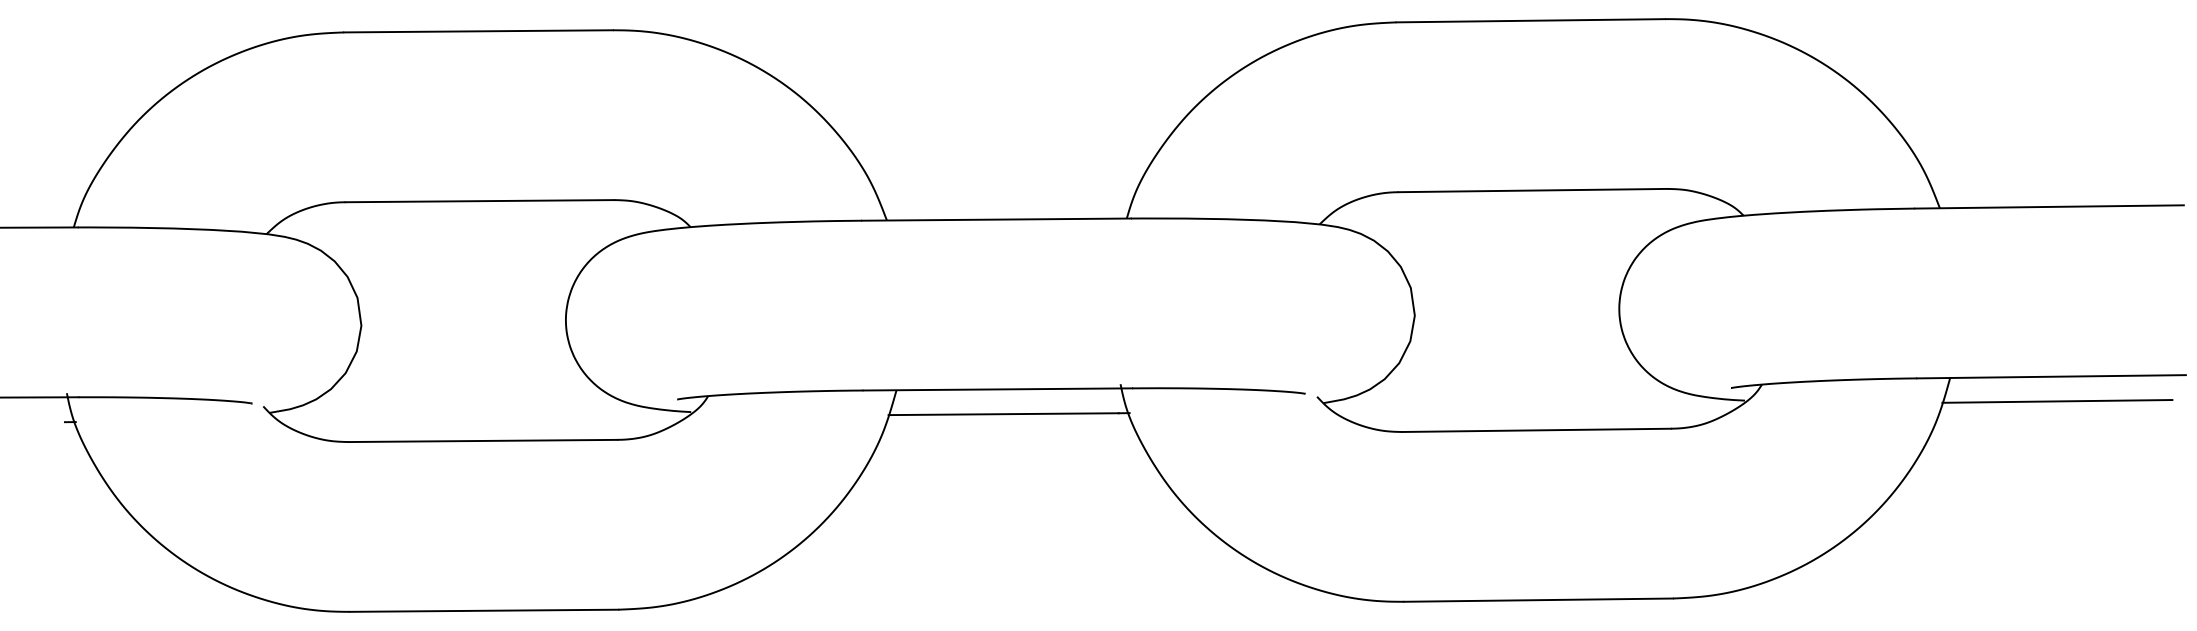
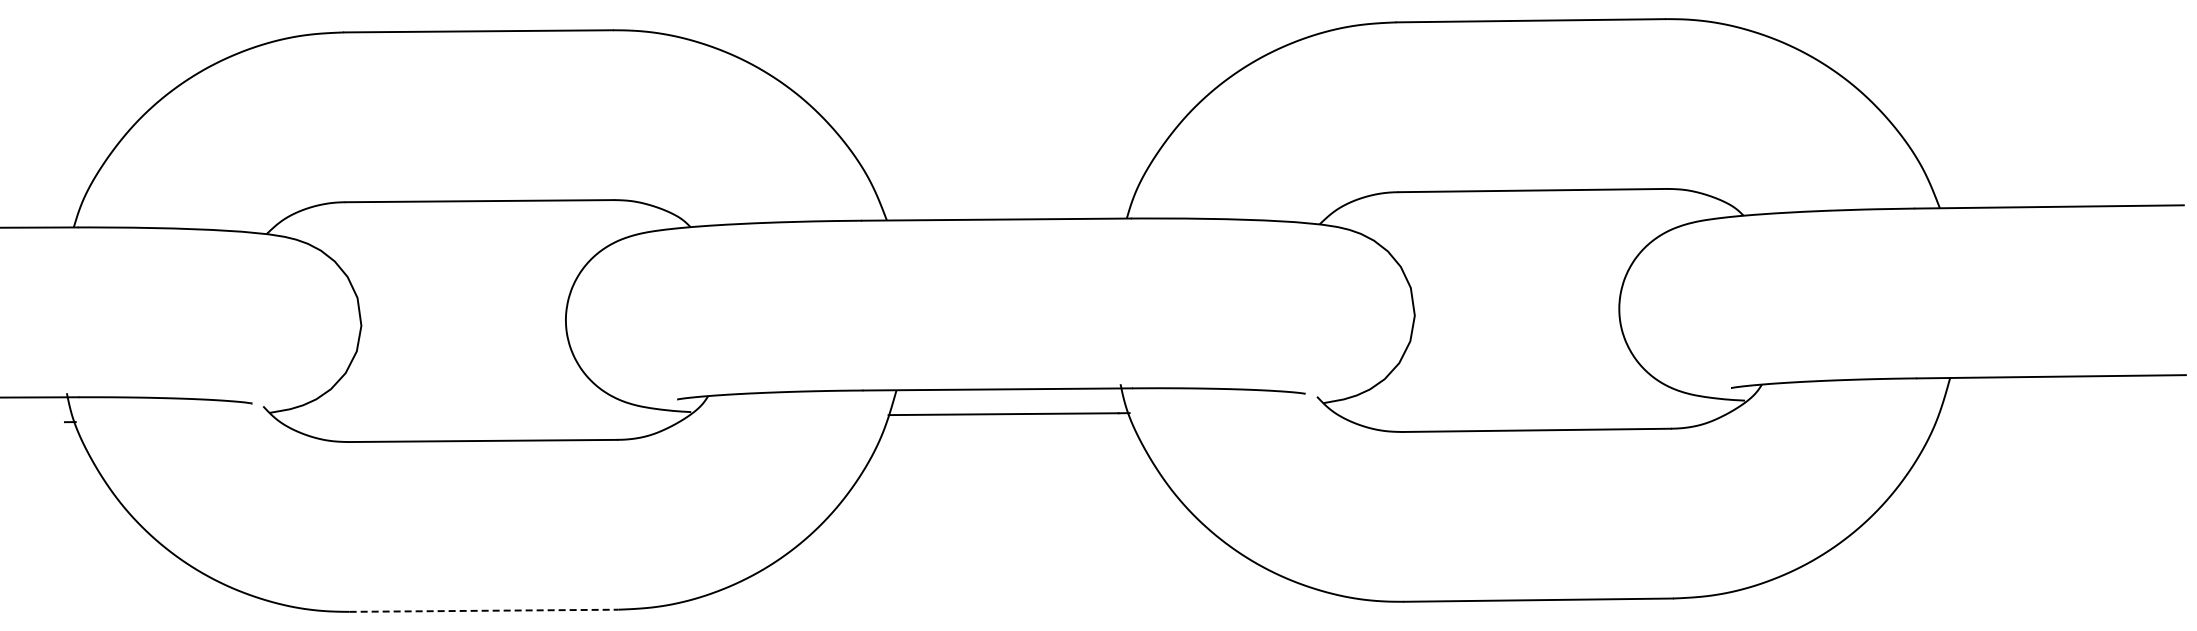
line at (2057, 401): present -> none
line at (484, 610): solid -> dashed
